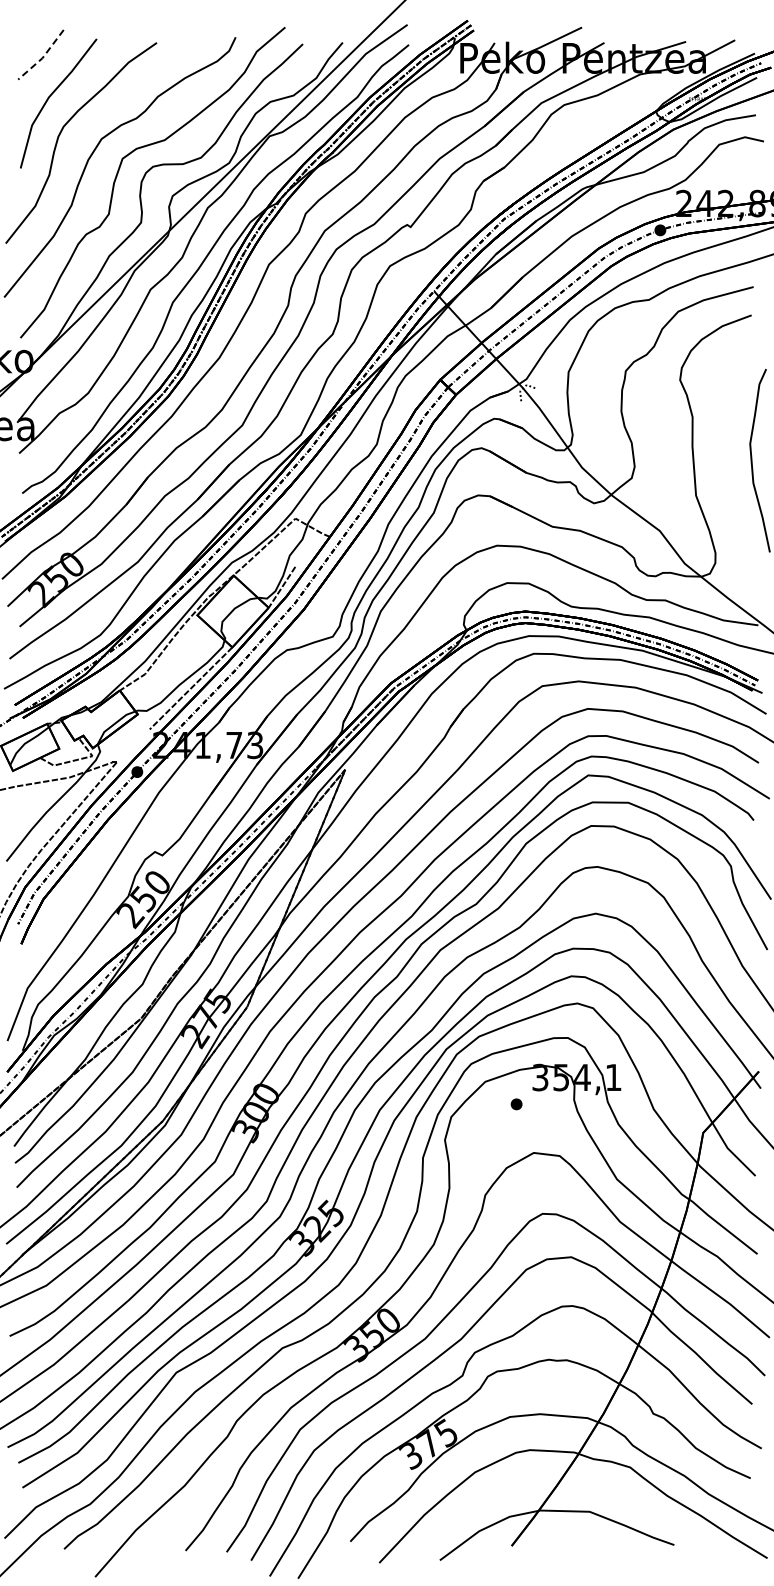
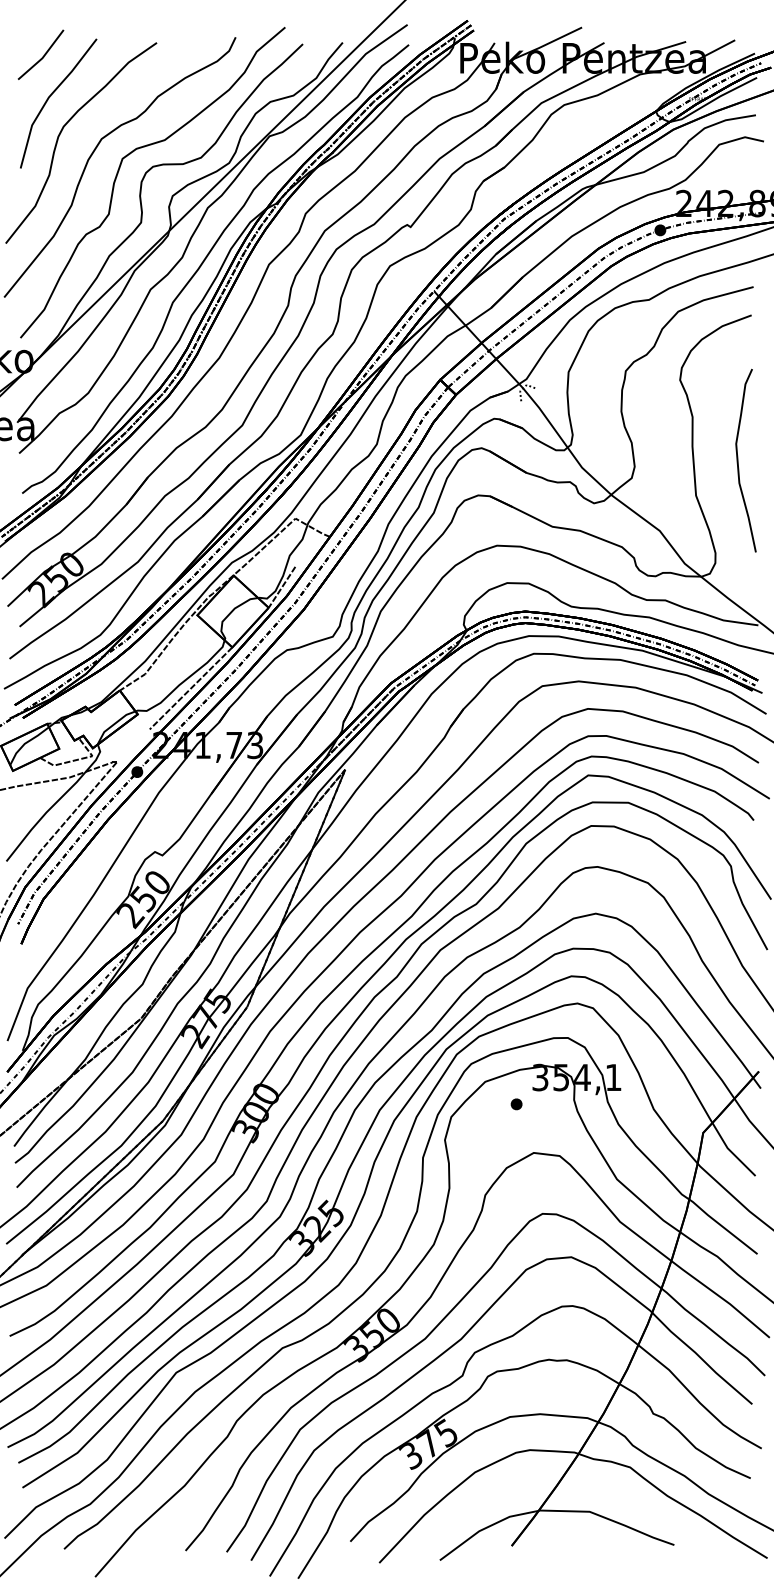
line at (43, 57): dashed -> solid
curve at (752, 460) position: (752, 460) -> (738, 460)
